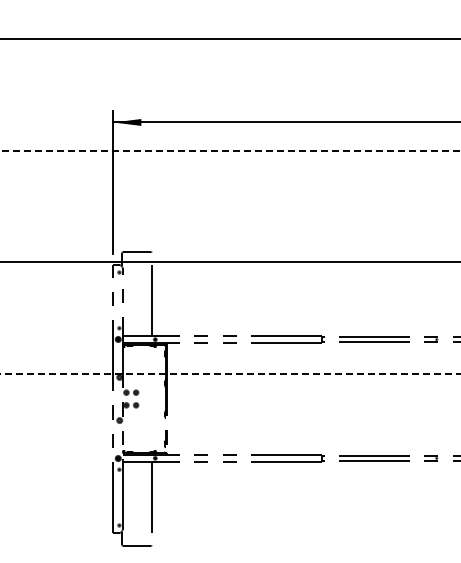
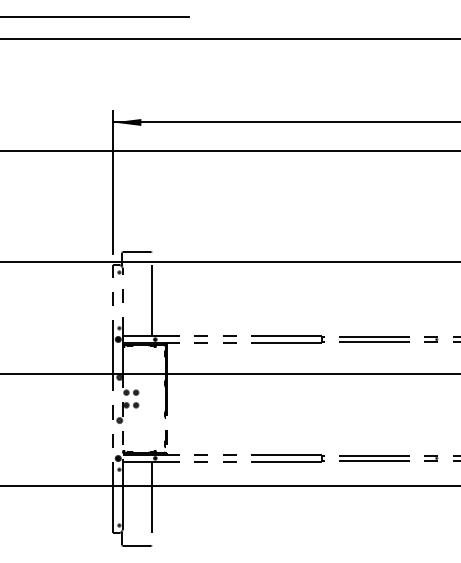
line at (95, 16): none -> present
line at (230, 150): dashed -> solid
line at (230, 374): dashed -> solid
line at (229, 485): none -> present
